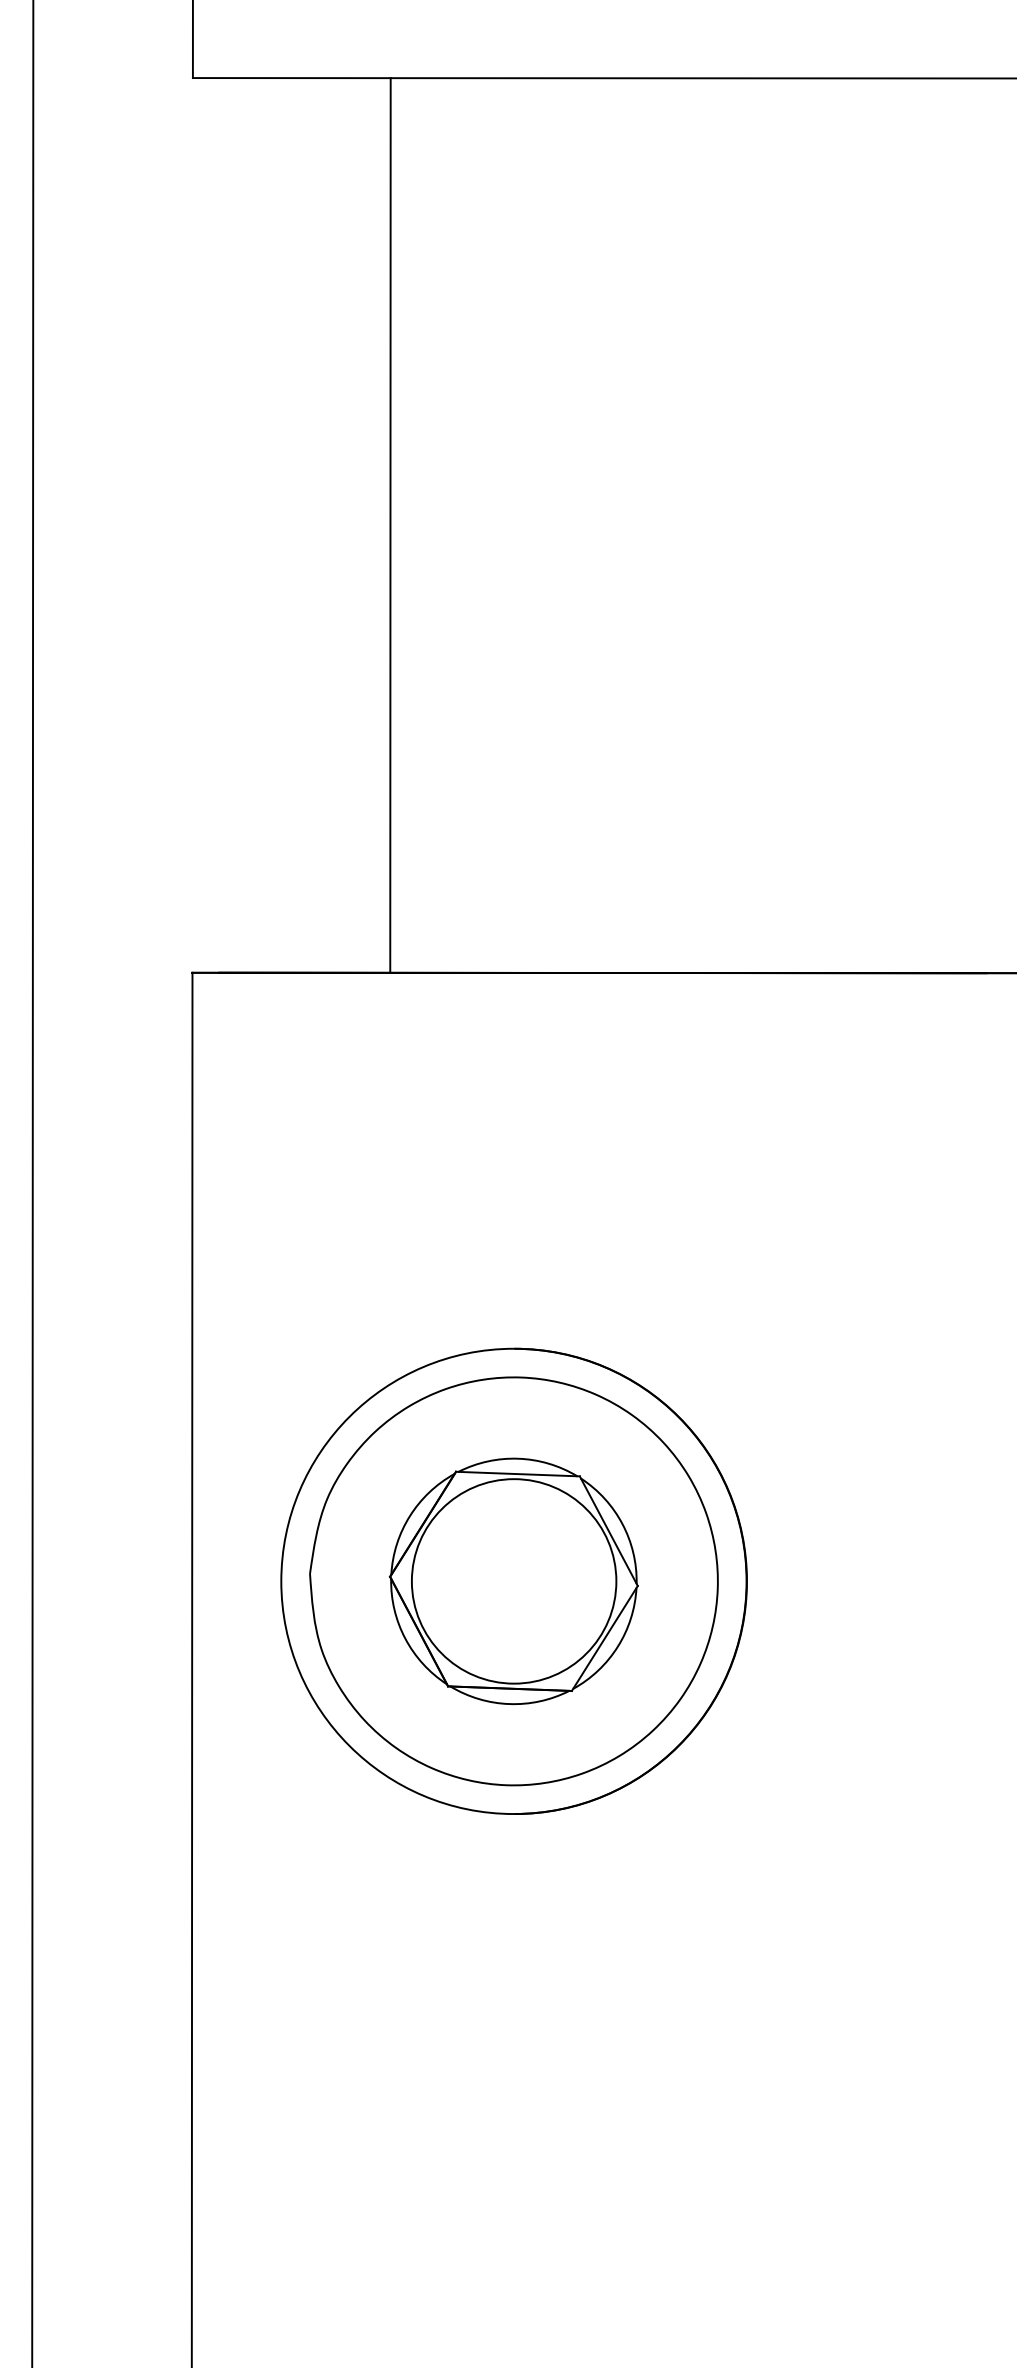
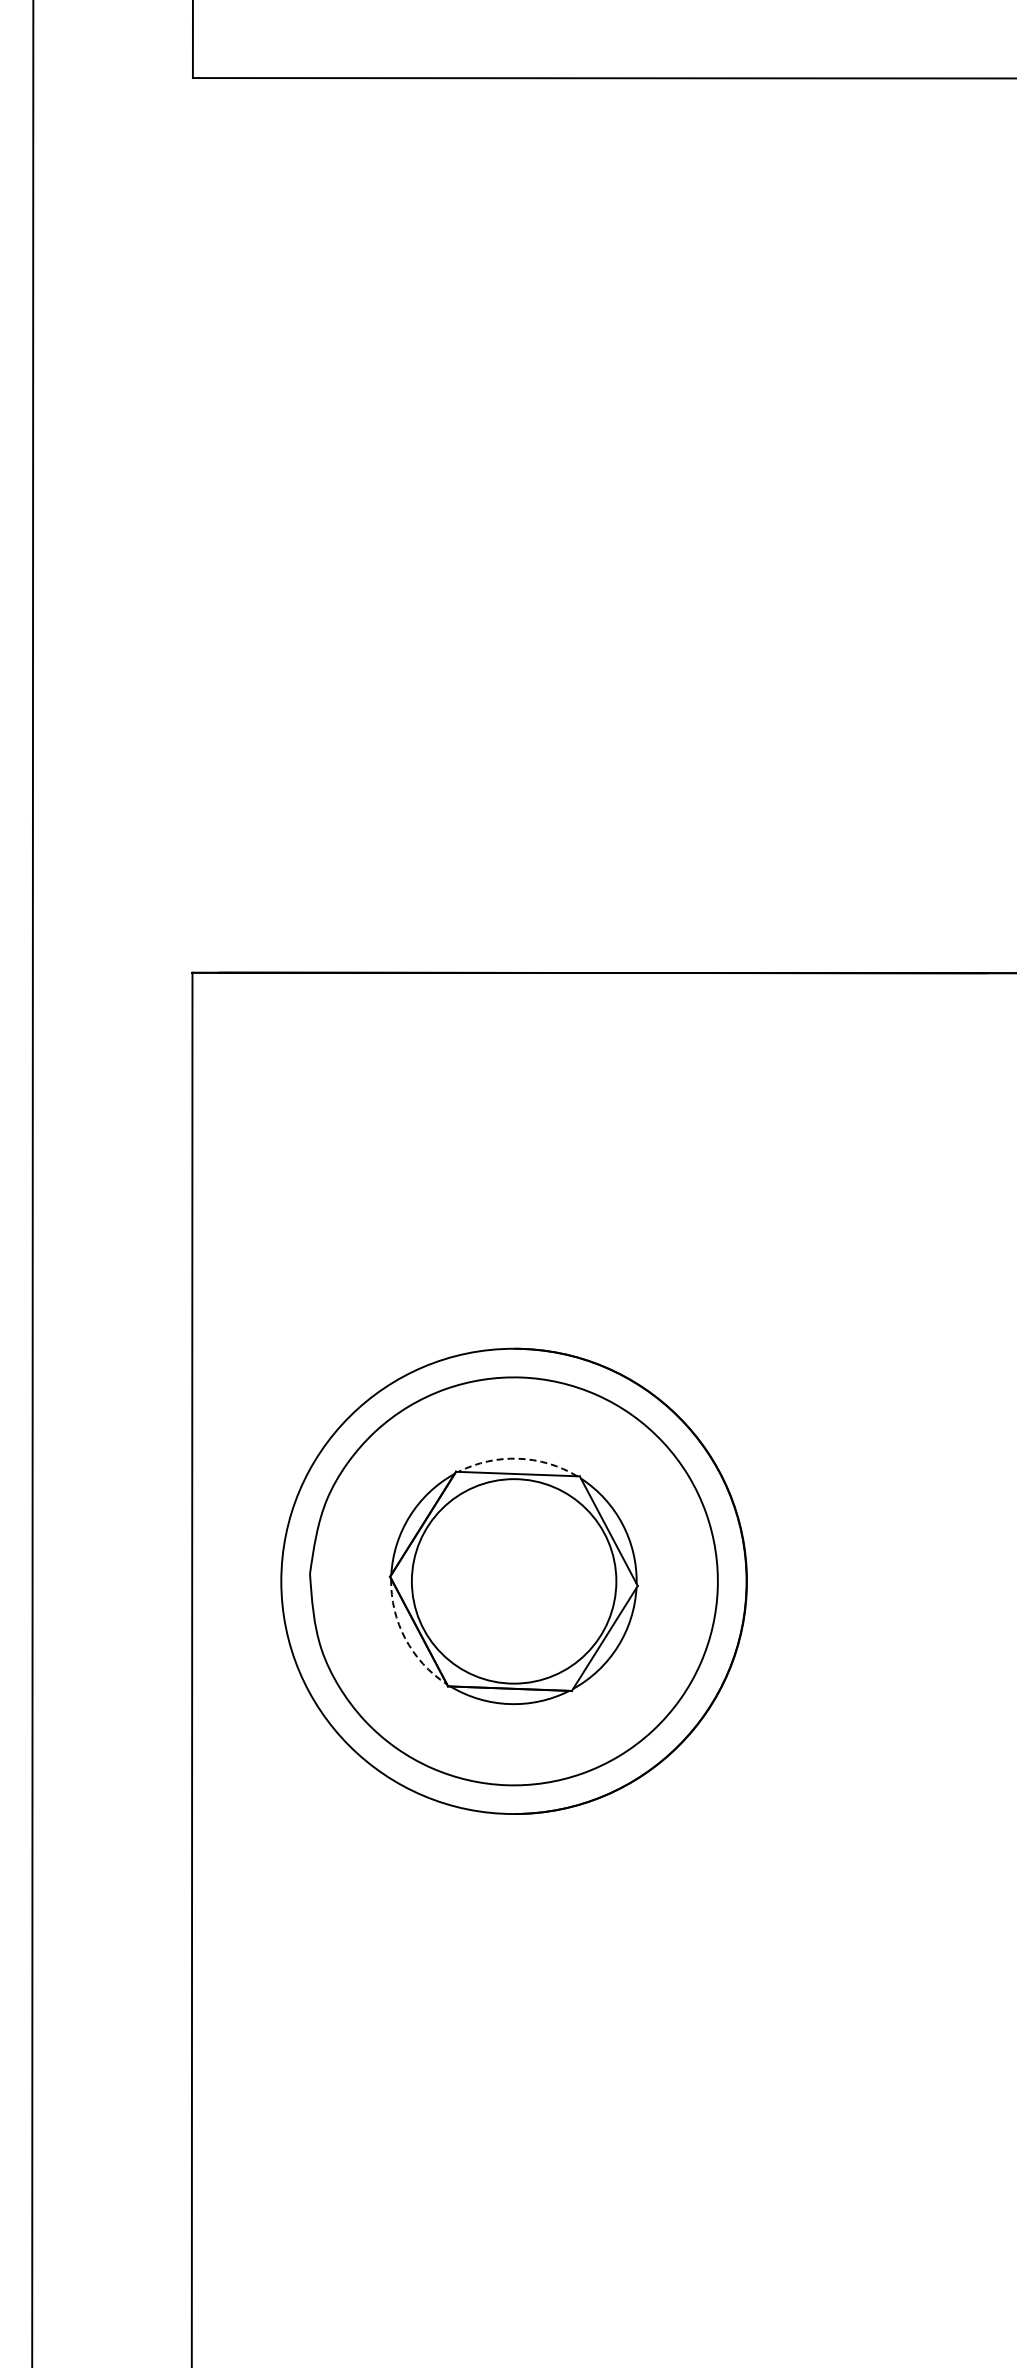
line at (390, 525): present -> none
arc at (518, 1458): solid -> dashed
arc at (405, 1638): solid -> dashed
